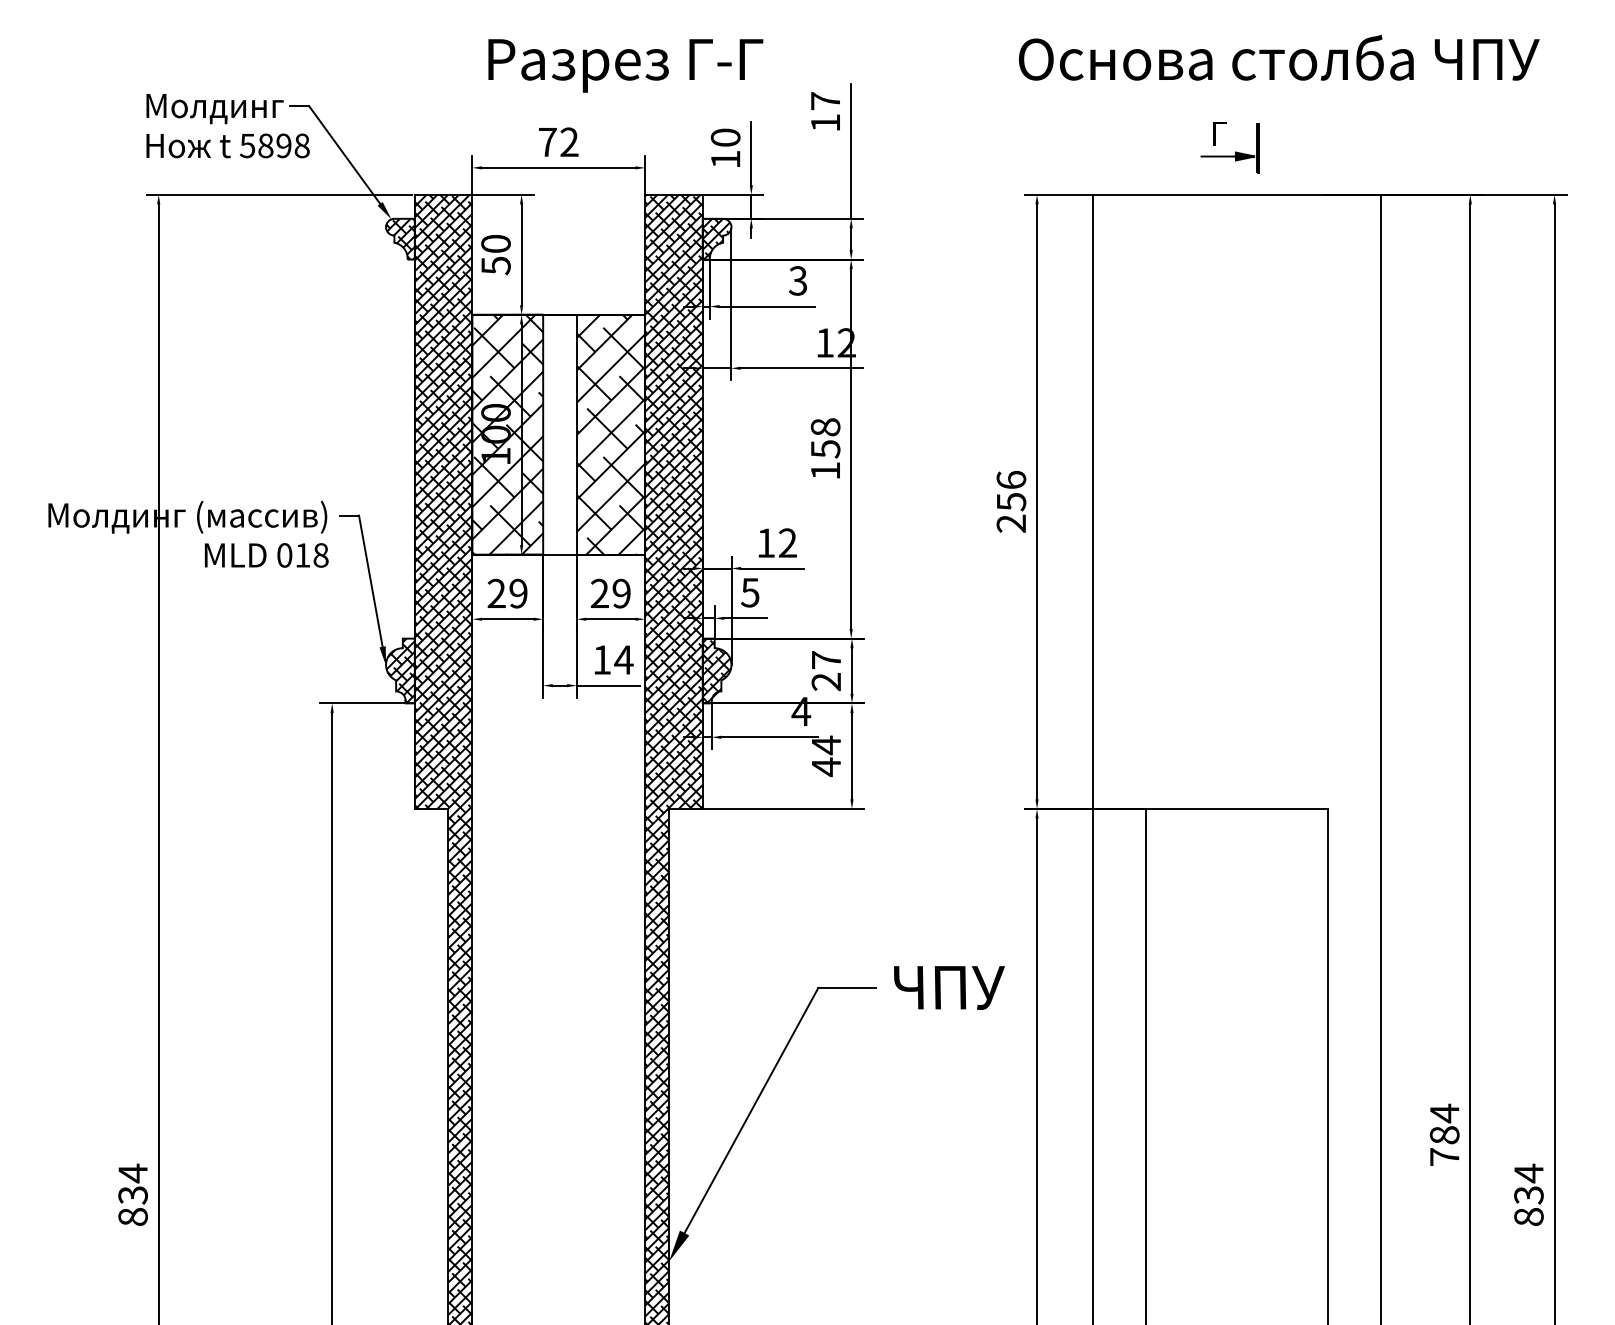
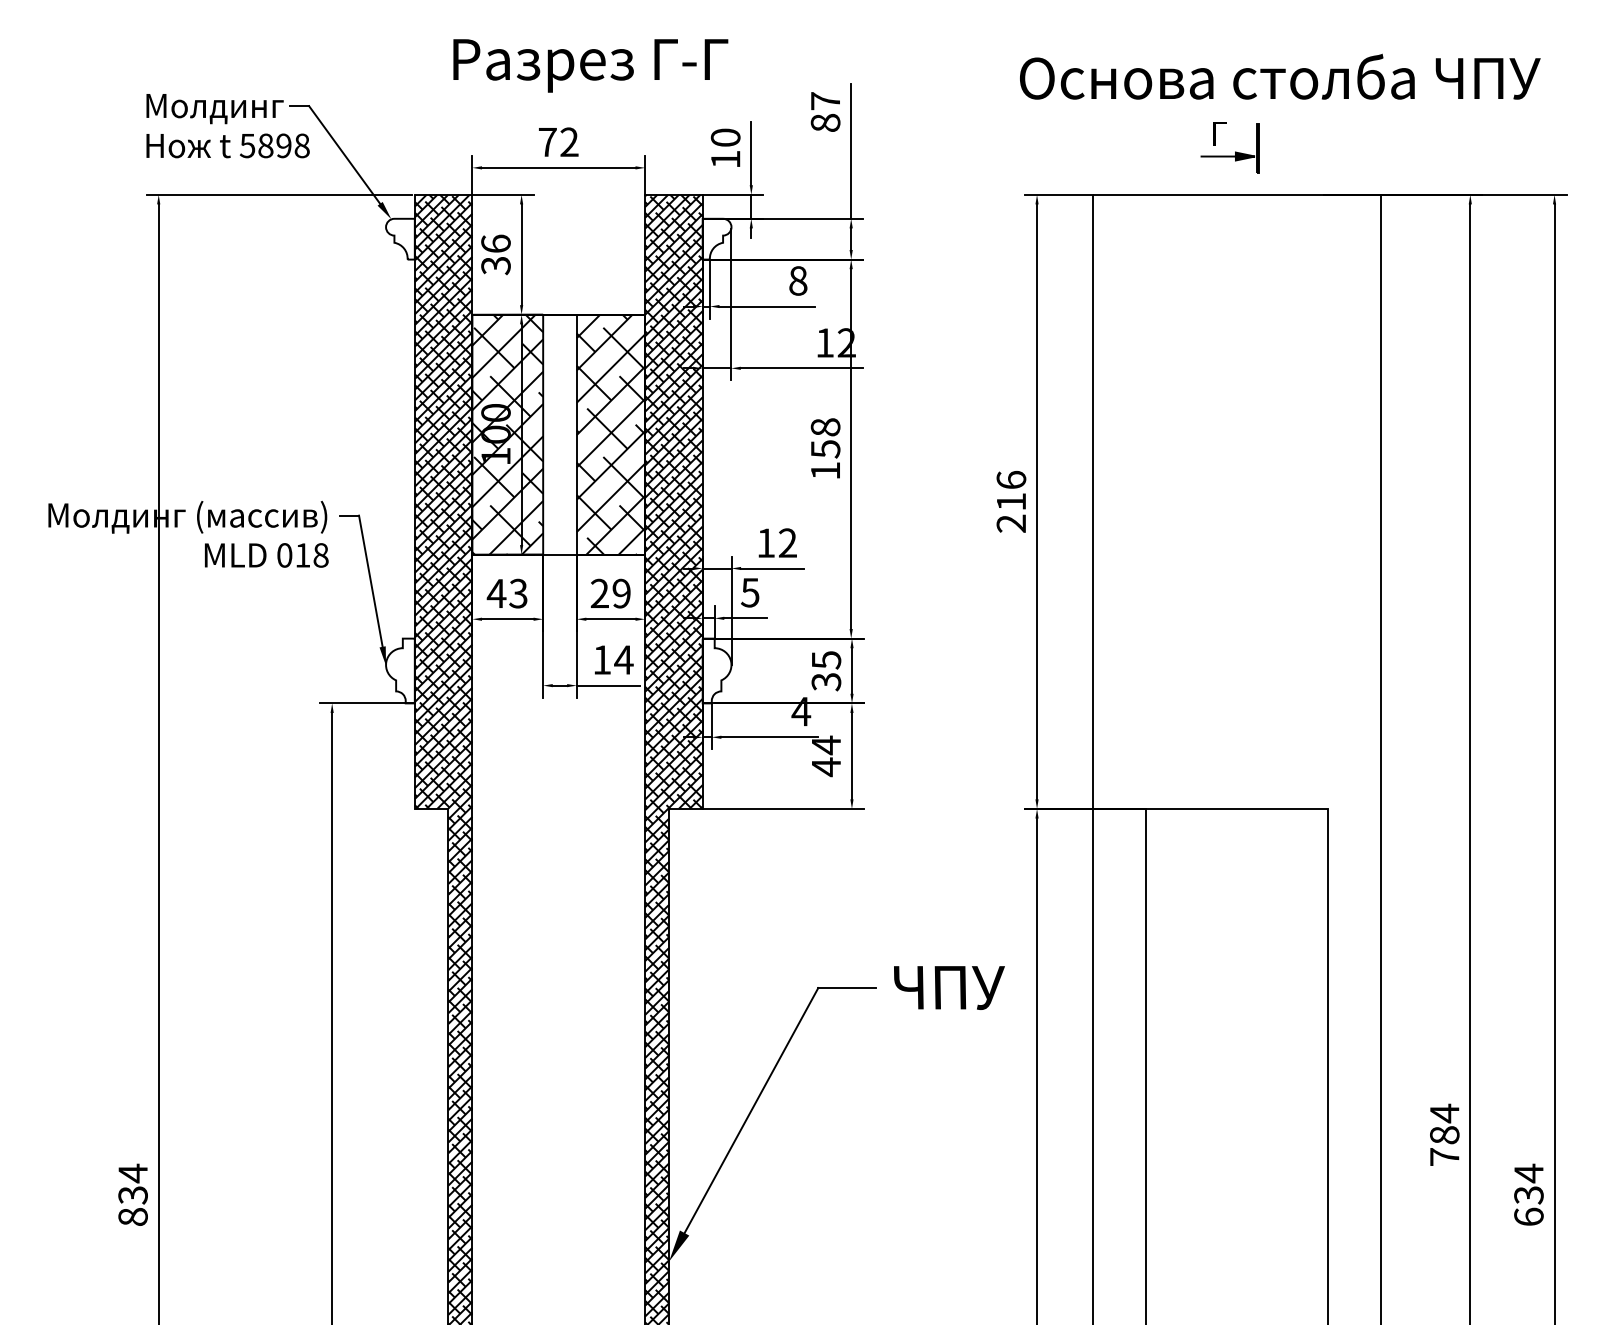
text at (1279, 57) position: (1279, 57) -> (1280, 76)
text at (625, 65) position: (625, 65) -> (590, 65)
text at (825, 122): 17 -> 87
hatch at (400, 238): present -> none
hatch at (716, 238): present -> none
text at (495, 254): 50 -> 36
text at (797, 280): 3 -> 8
text at (1011, 502): 256 -> 216
text at (506, 593): 29 -> 43
hatch at (400, 670): present -> none
hatch at (716, 670): present -> none
text at (826, 671): 27 -> 35
text at (1528, 1216): 834 -> 634
